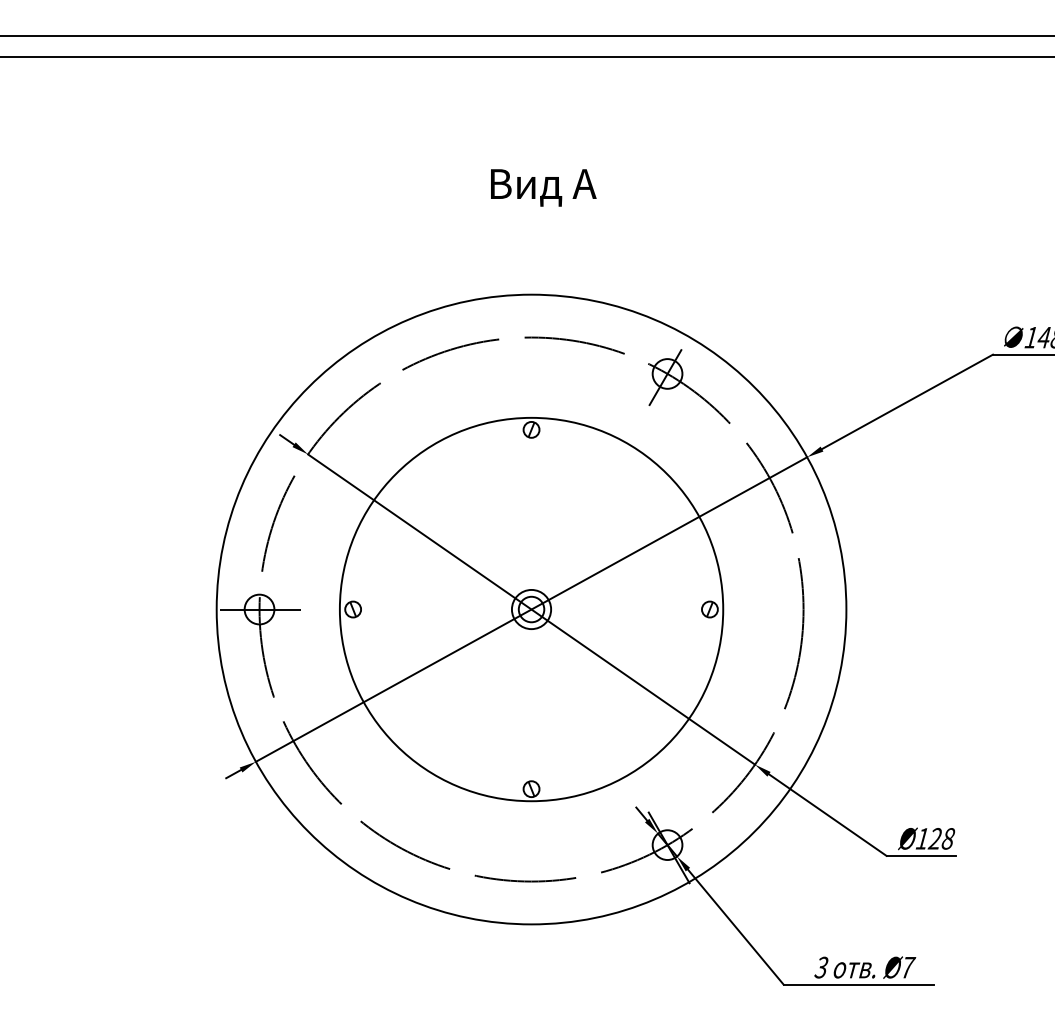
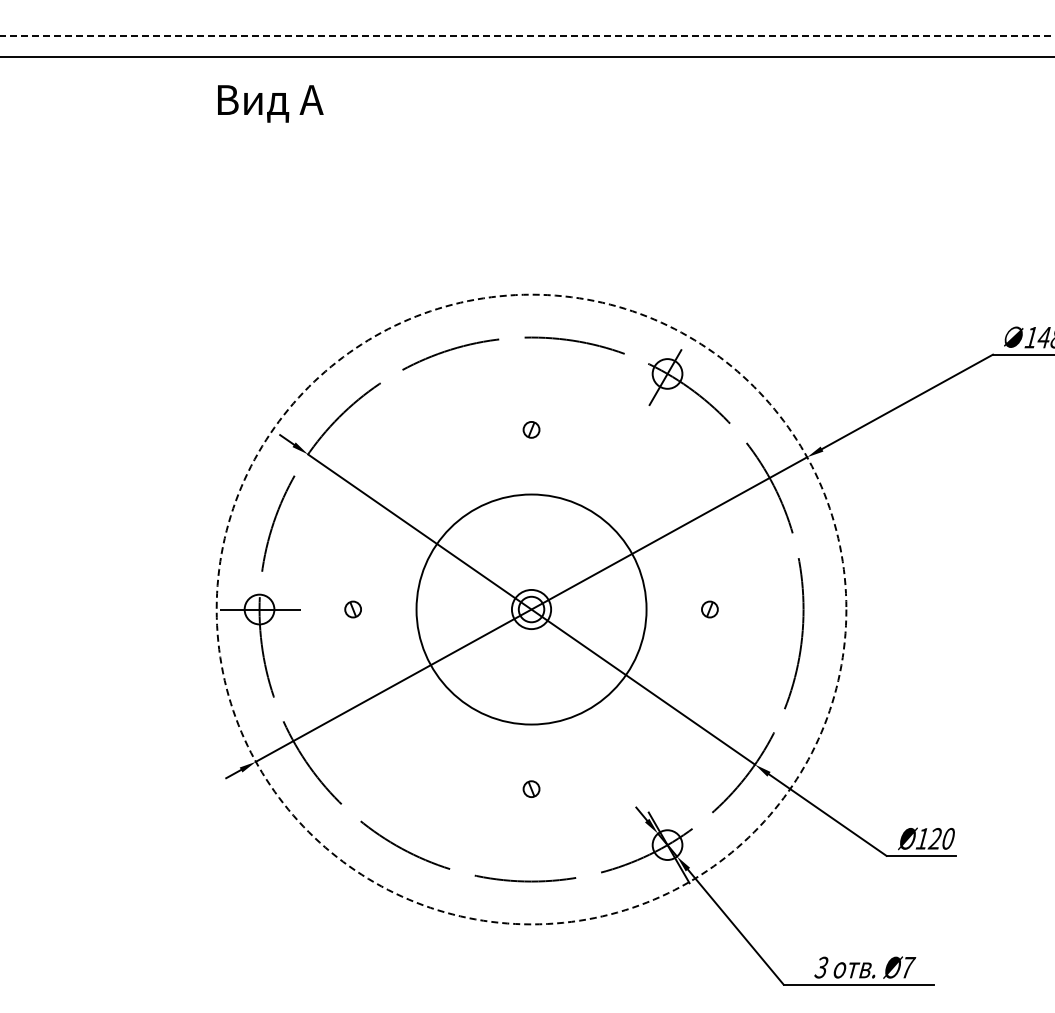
line at (527, 35): solid -> dashed
text at (543, 187) position: (543, 187) -> (270, 103)
circle at (531, 609) diameter: 383 px -> 230 px
circle at (531, 609): solid -> dashed
text at (948, 838): Ø128 -> Ø120
